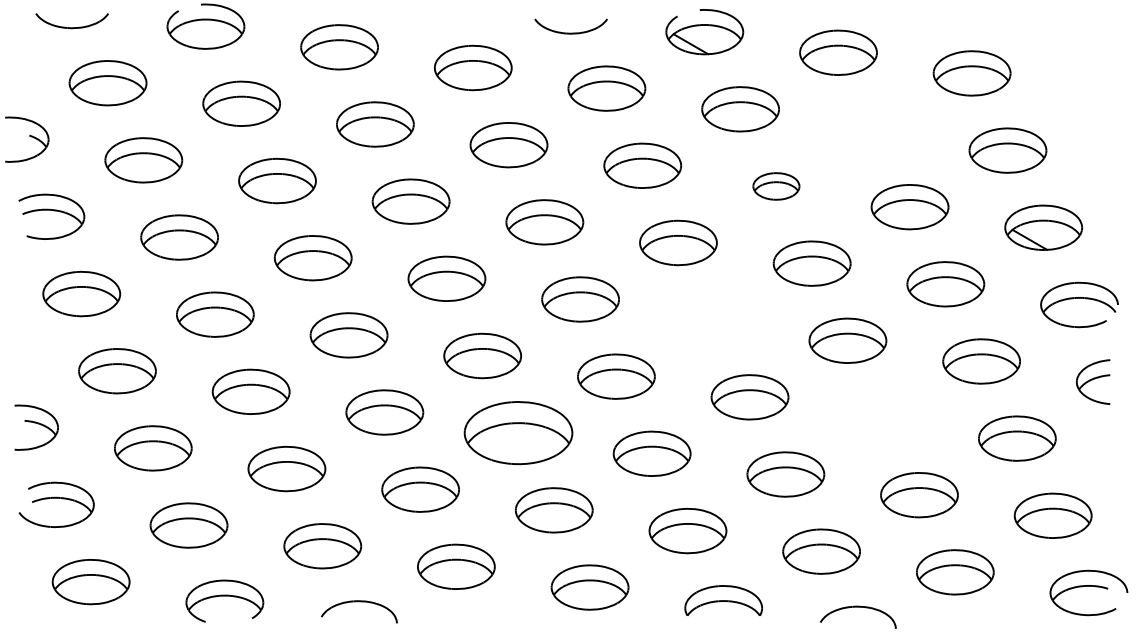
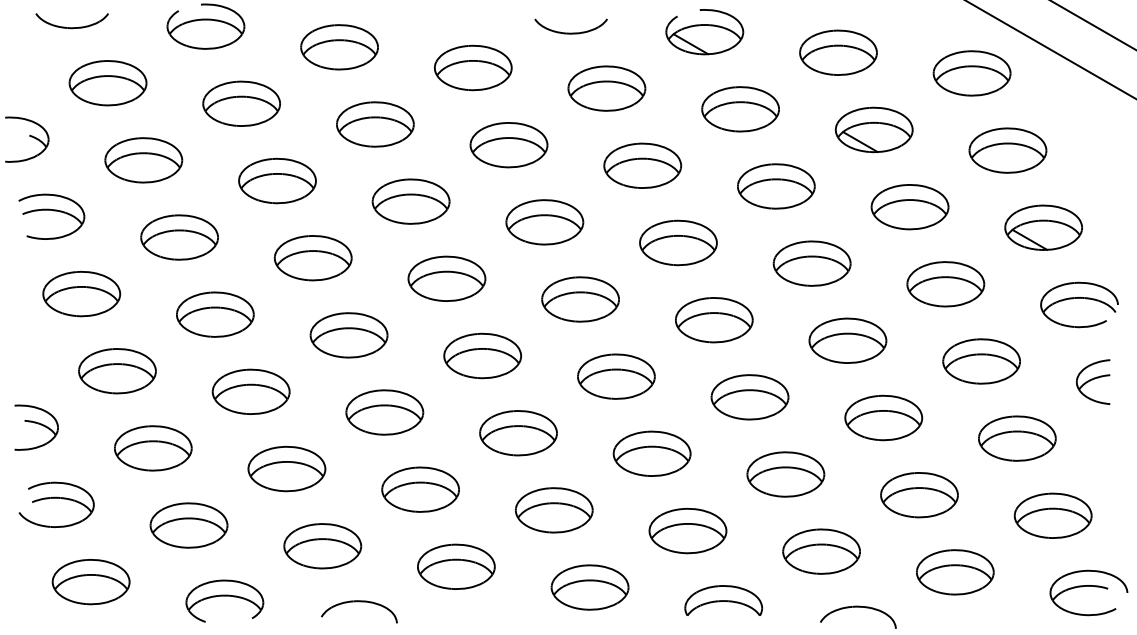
line at (1093, 25): none -> present
line at (1050, 49): none -> present
part at (873, 129): none -> present
part at (776, 186) size: 49x29 px -> 79x47 px
part at (714, 320): none -> present
part at (883, 417): none -> present
part at (518, 433) size: 111x65 px -> 79x47 px
